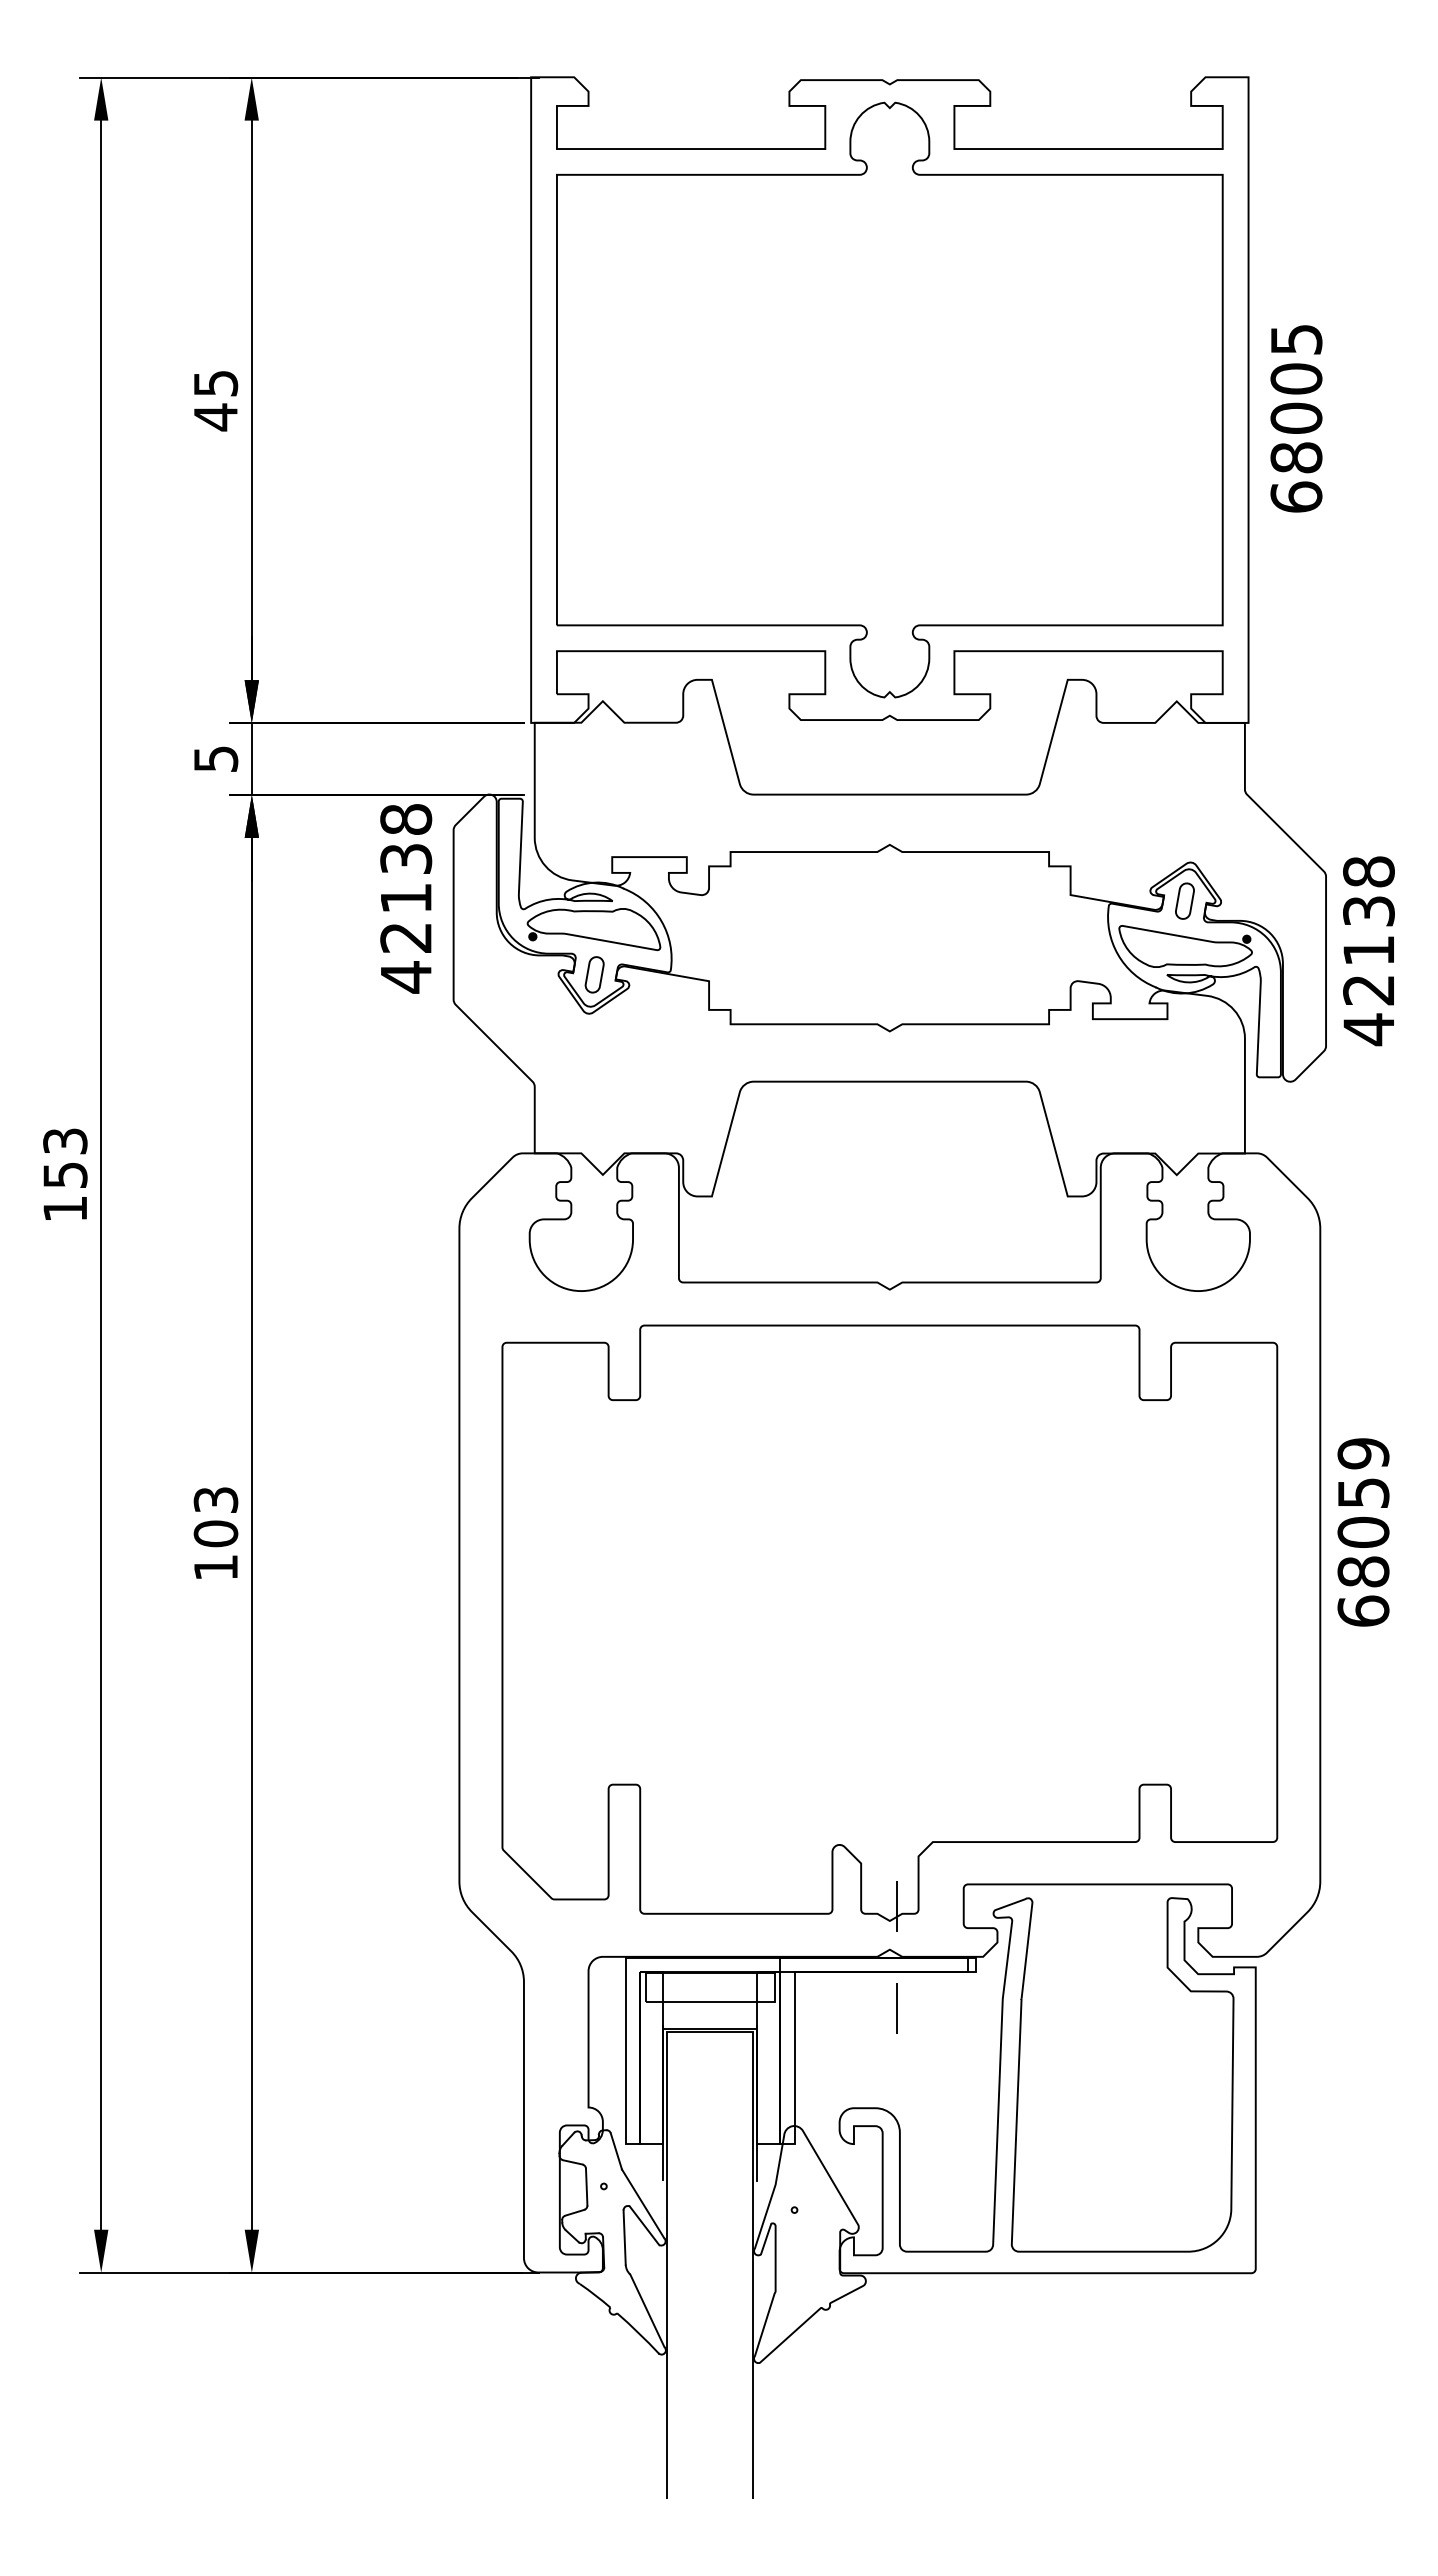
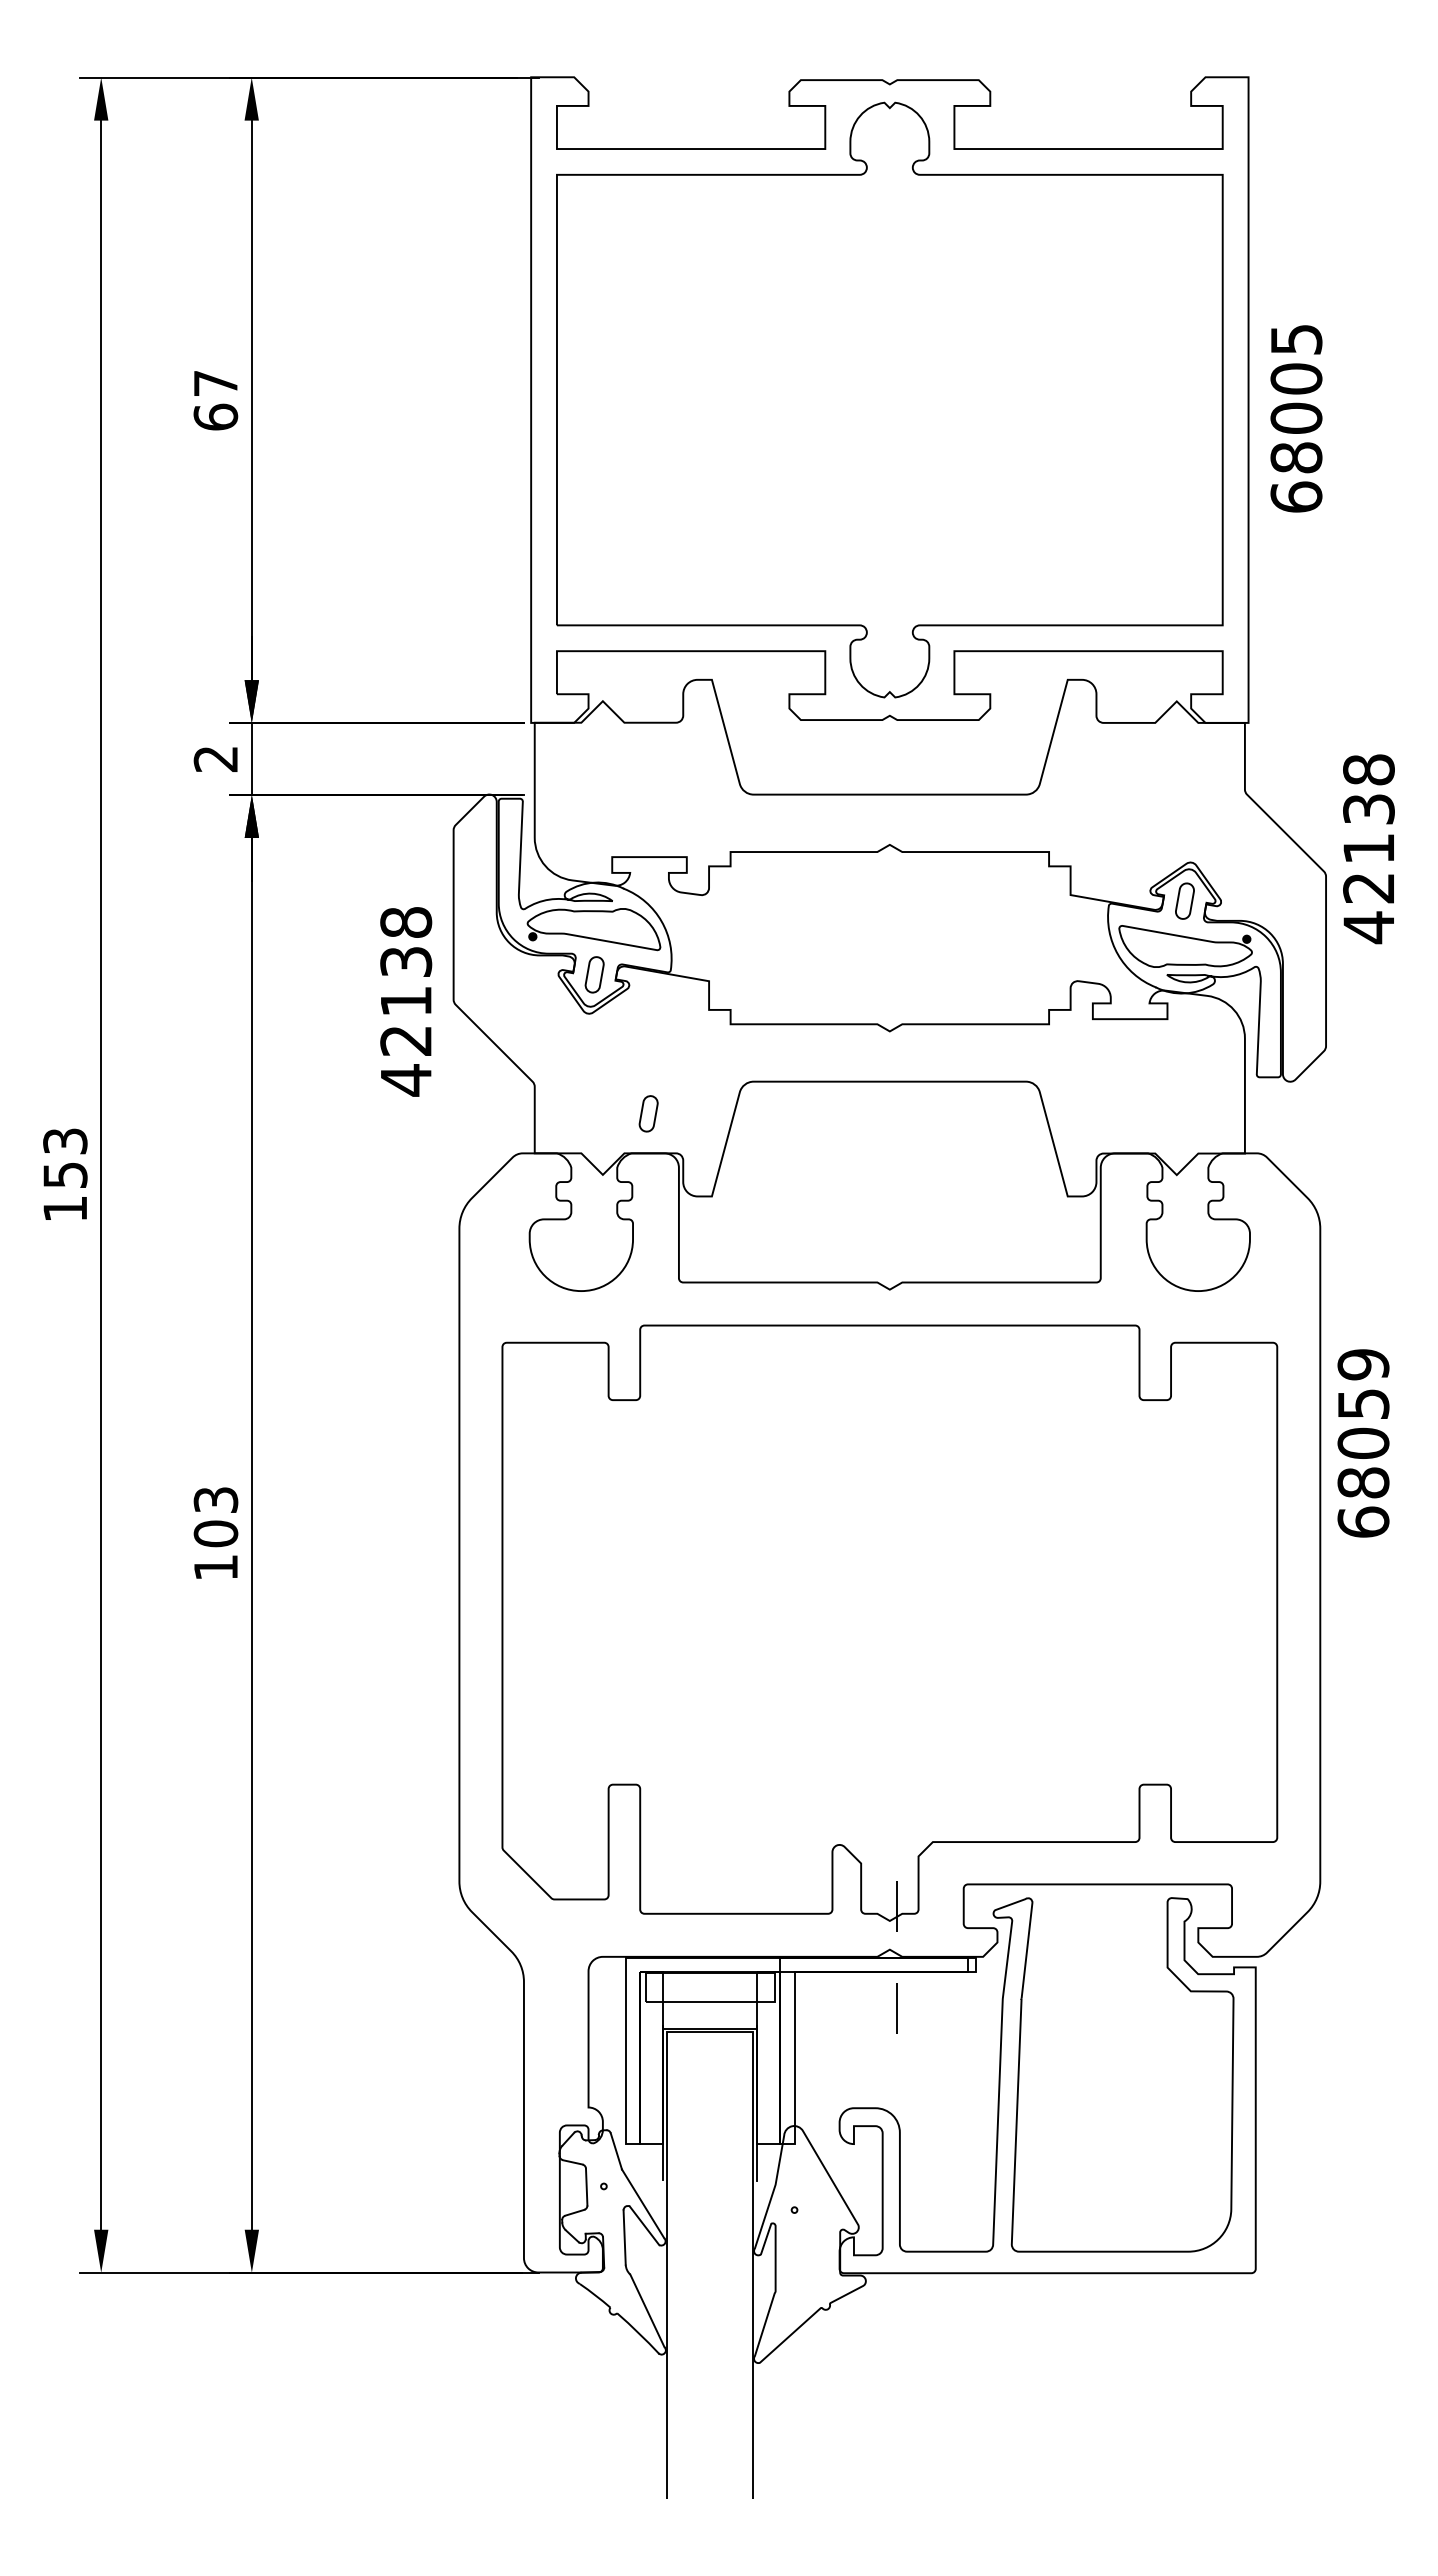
text at (215, 401): 45 -> 67
text at (215, 758): 5 -> 2
text at (406, 898) position: (406, 898) -> (406, 1001)
text at (1368, 951) position: (1368, 951) -> (1368, 849)
part at (648, 1113): none -> present
text at (1363, 1532) position: (1363, 1532) -> (1363, 1443)
